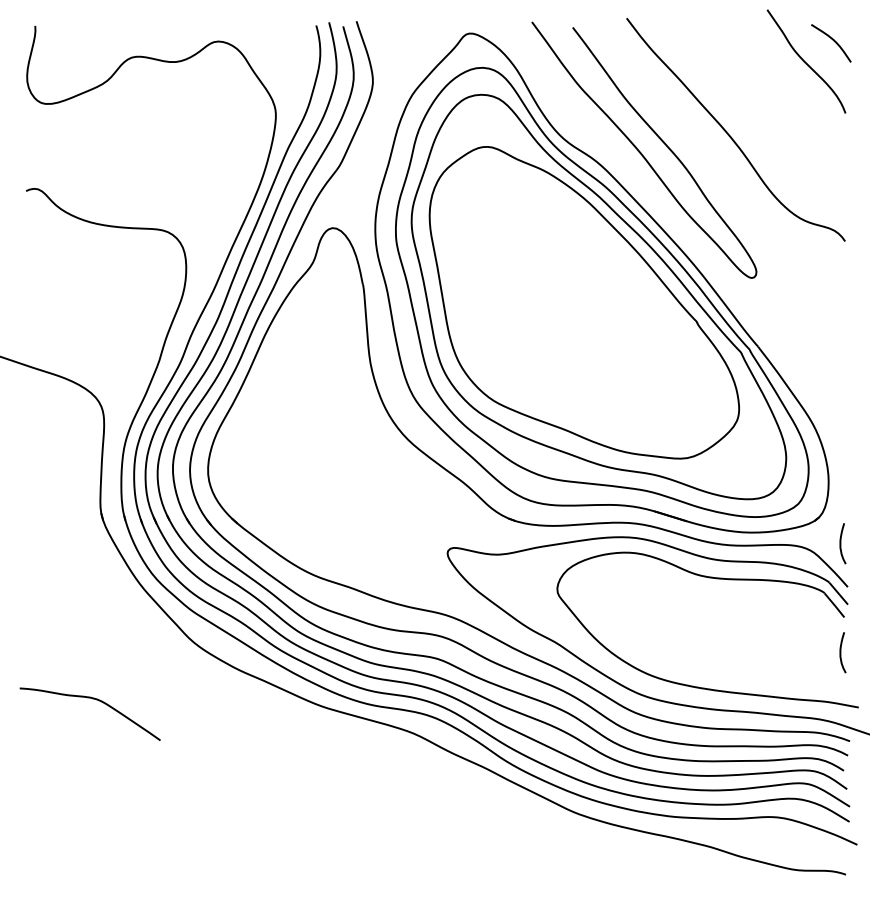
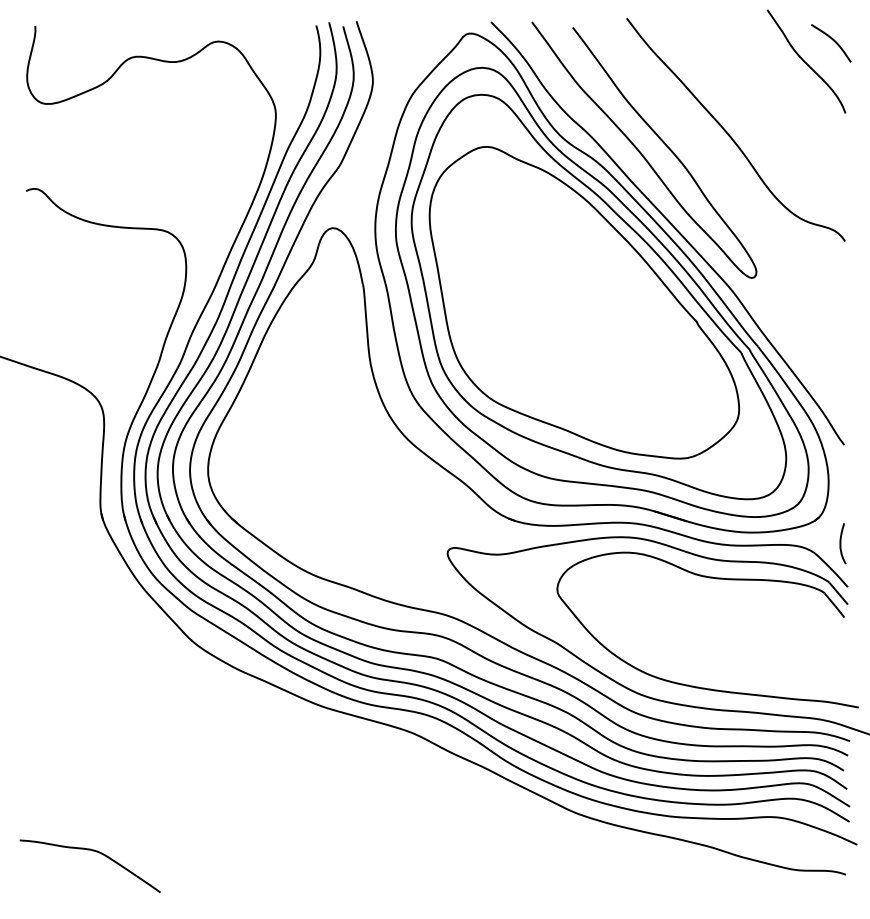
curve at (673, 227): none -> present
curve at (841, 652): present -> none
curve at (92, 699) position: (92, 699) -> (92, 851)
